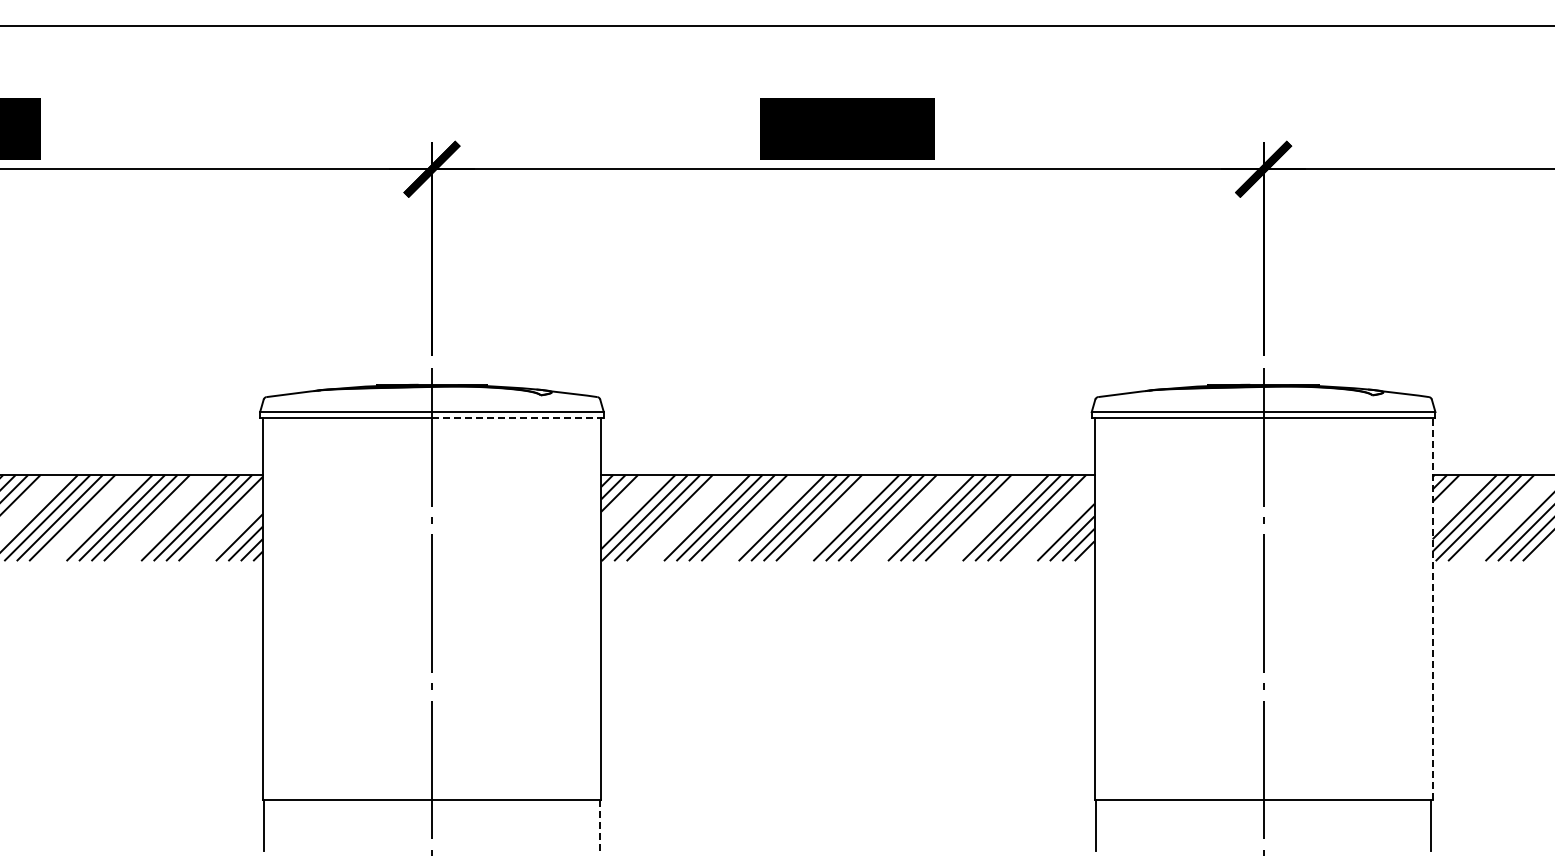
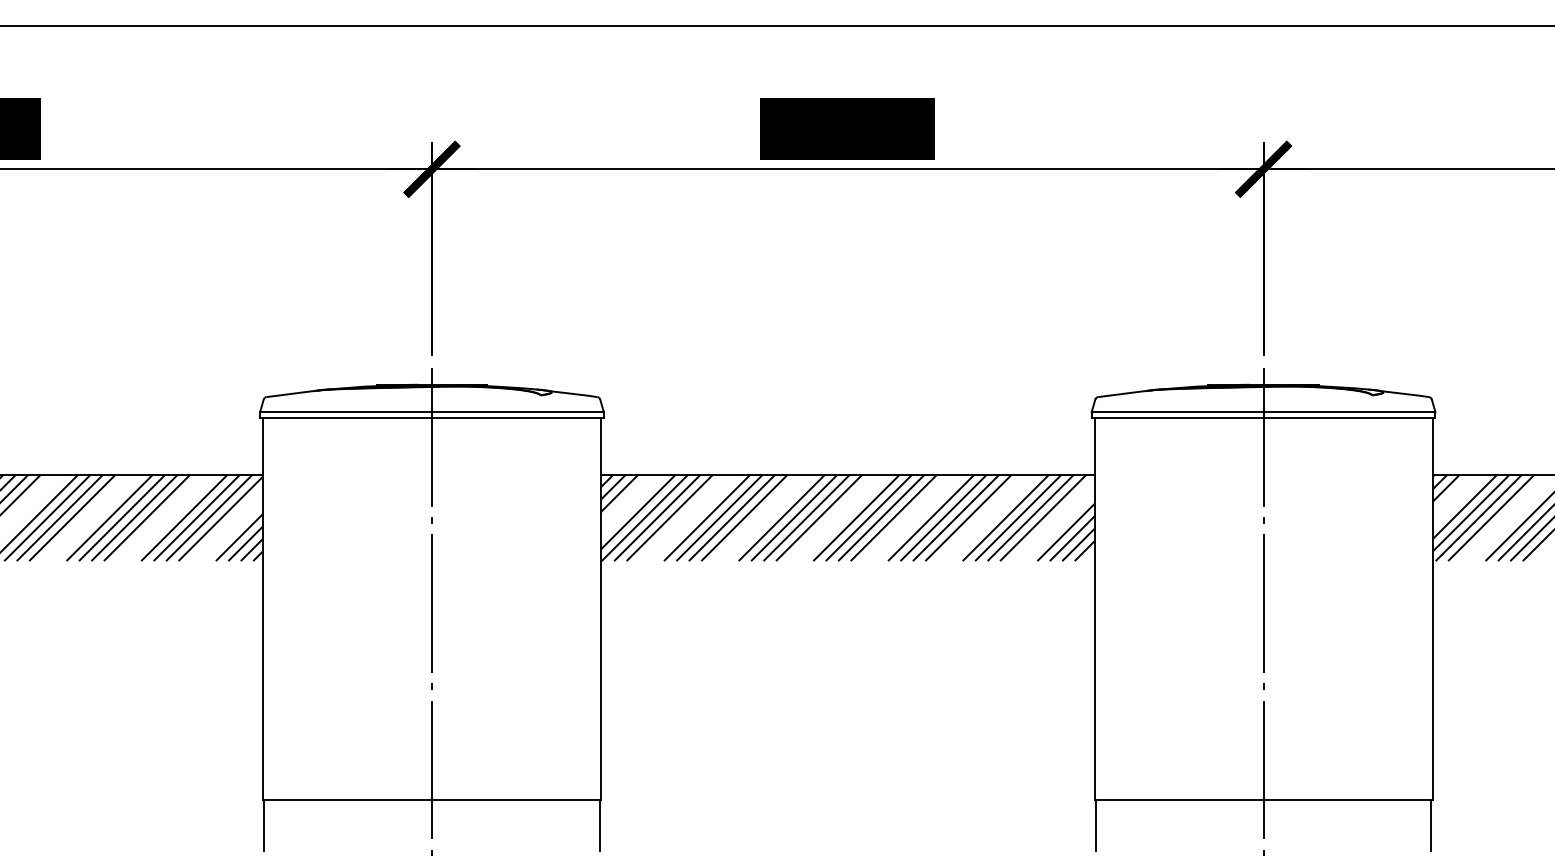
line at (517, 418): dashed -> solid
line at (1432, 608): dashed -> solid
line at (599, 825): dashed -> solid
